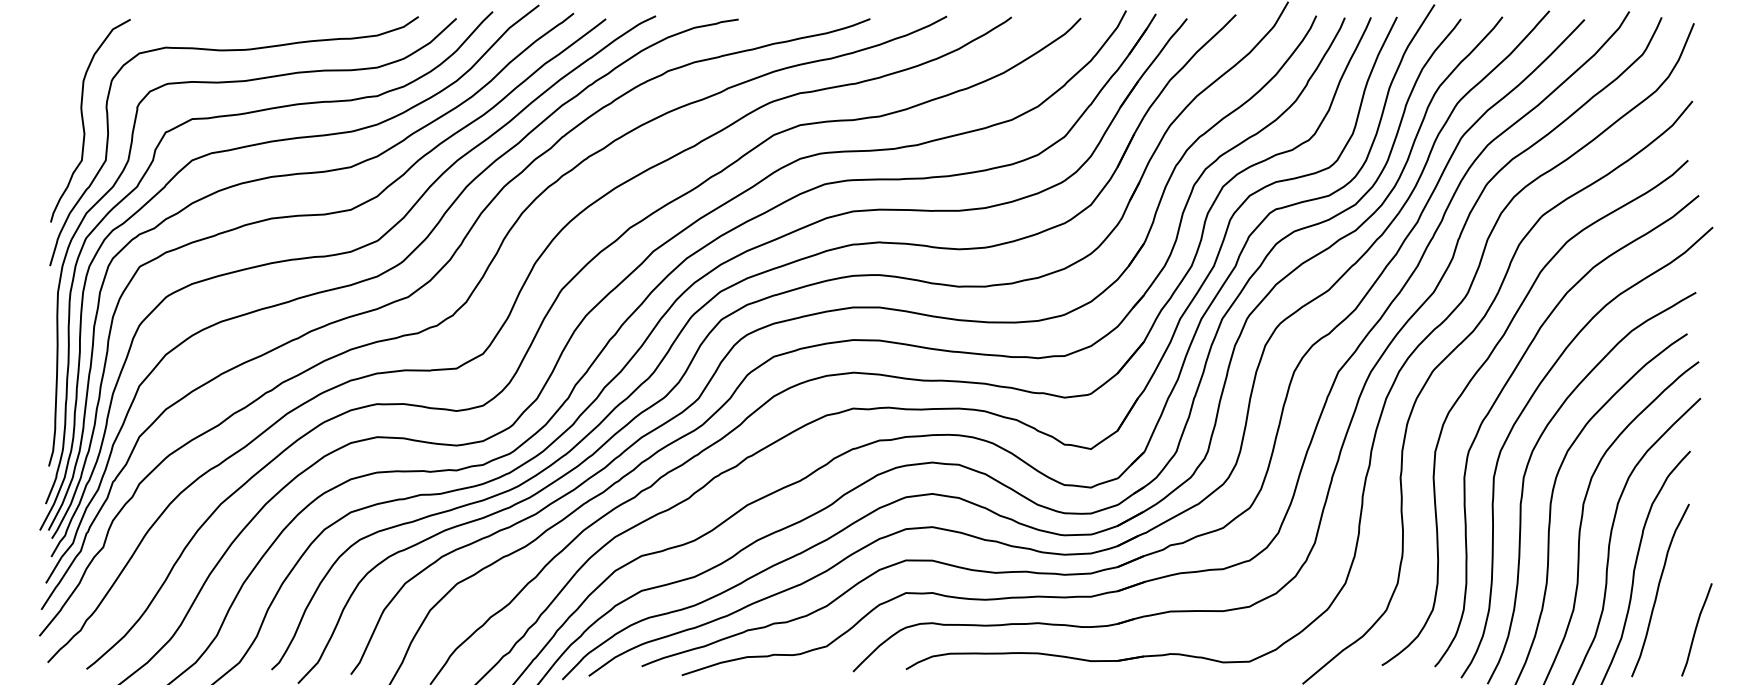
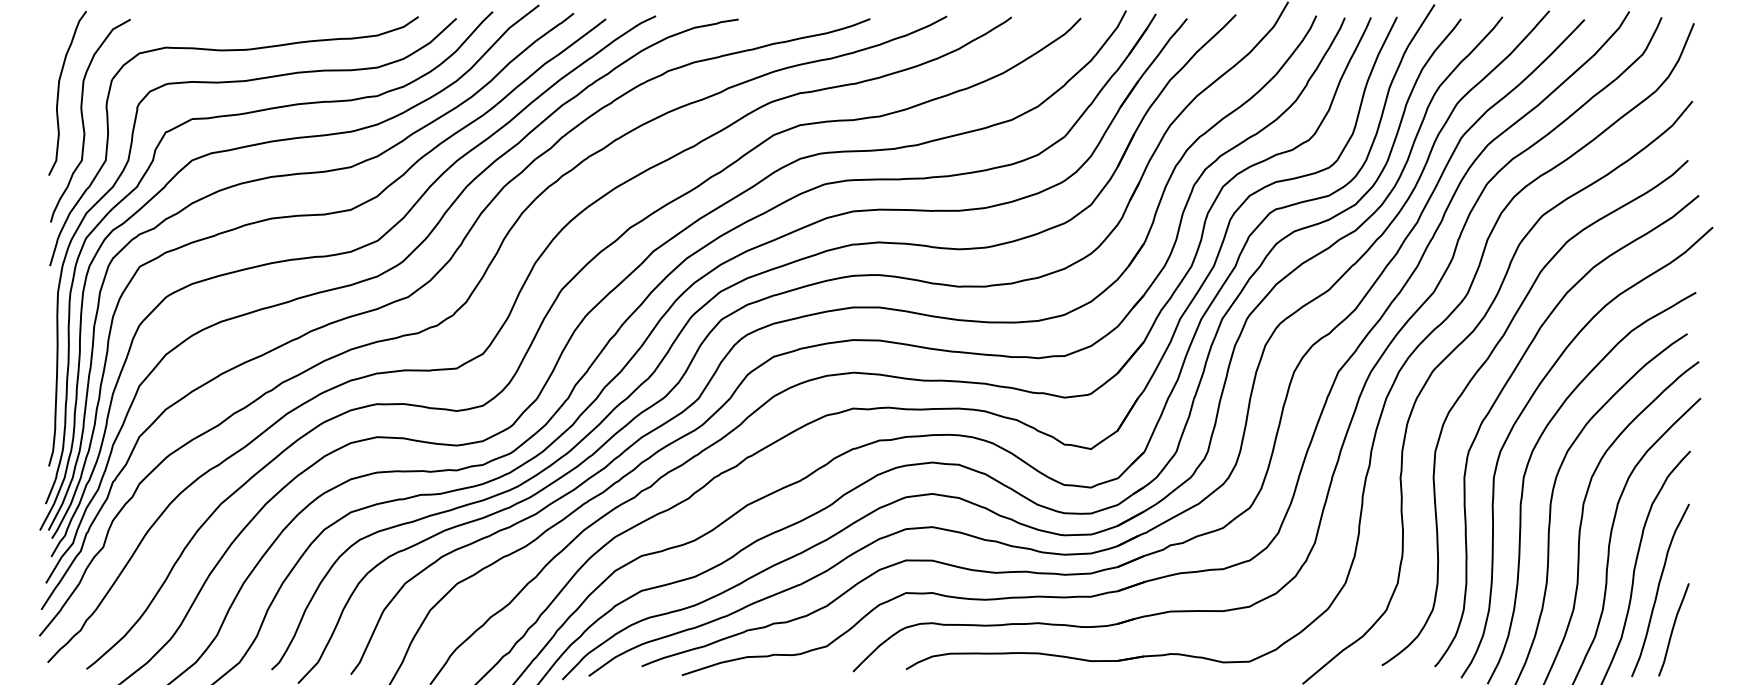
curve at (59, 92): none -> present
curve at (1696, 629) position: (1696, 629) -> (1673, 629)
